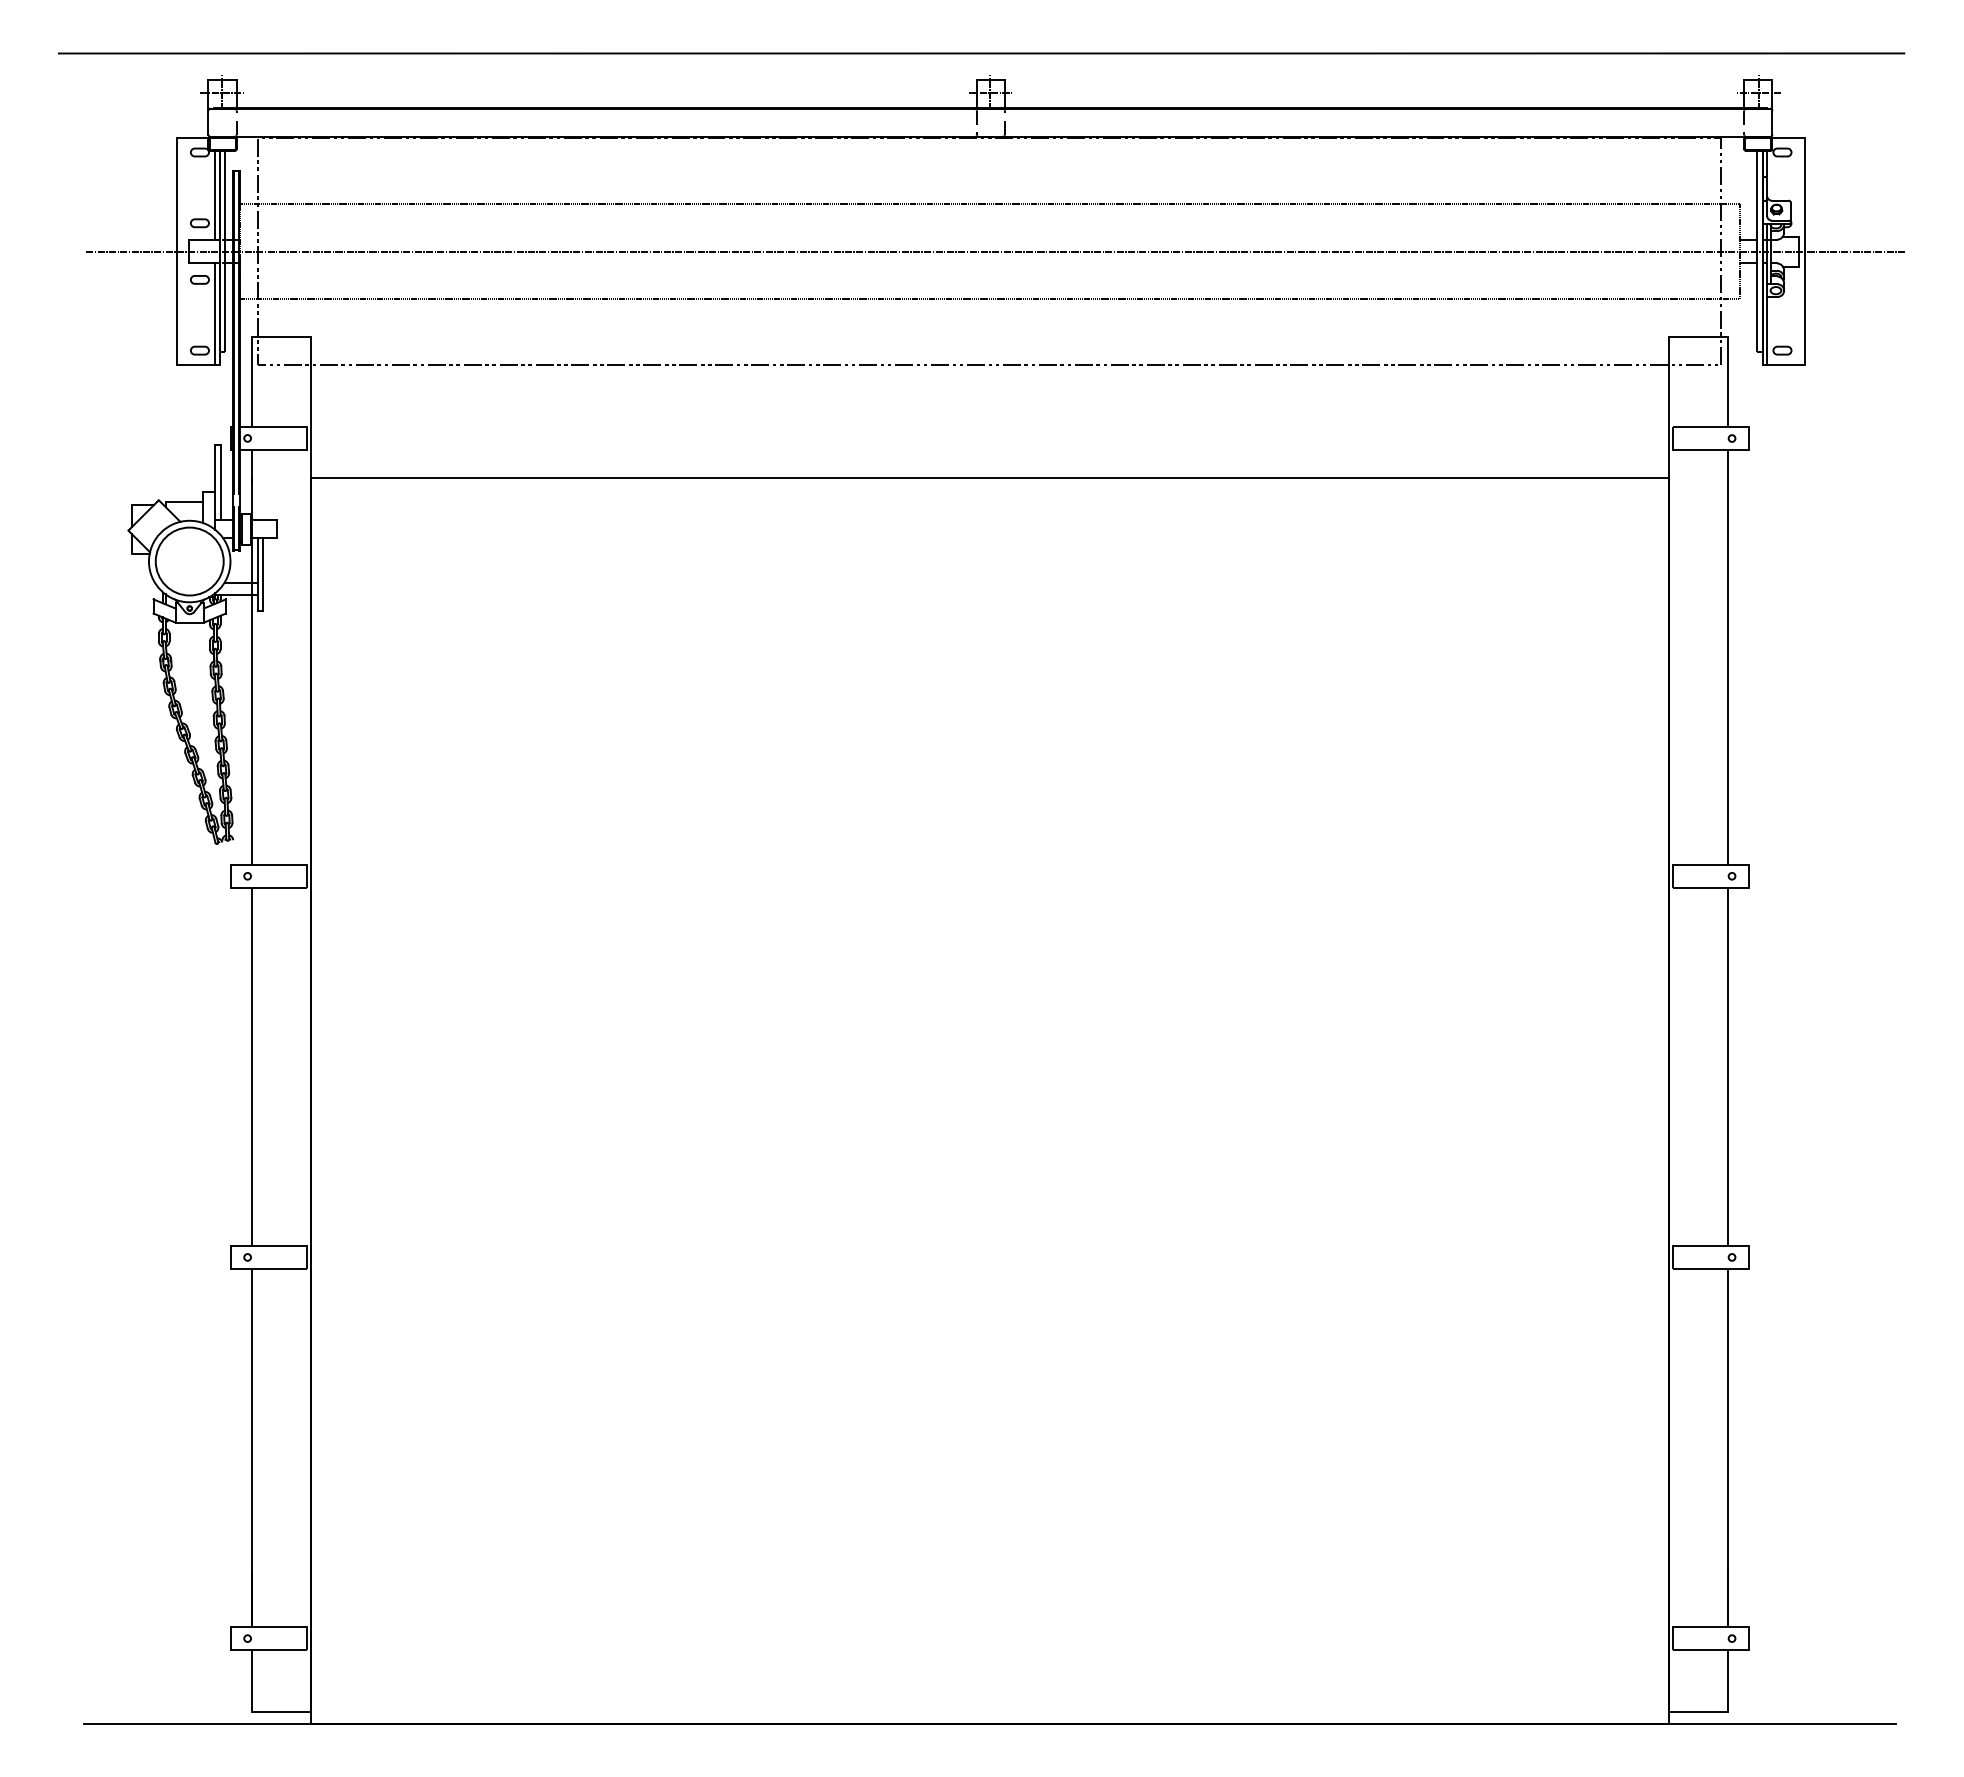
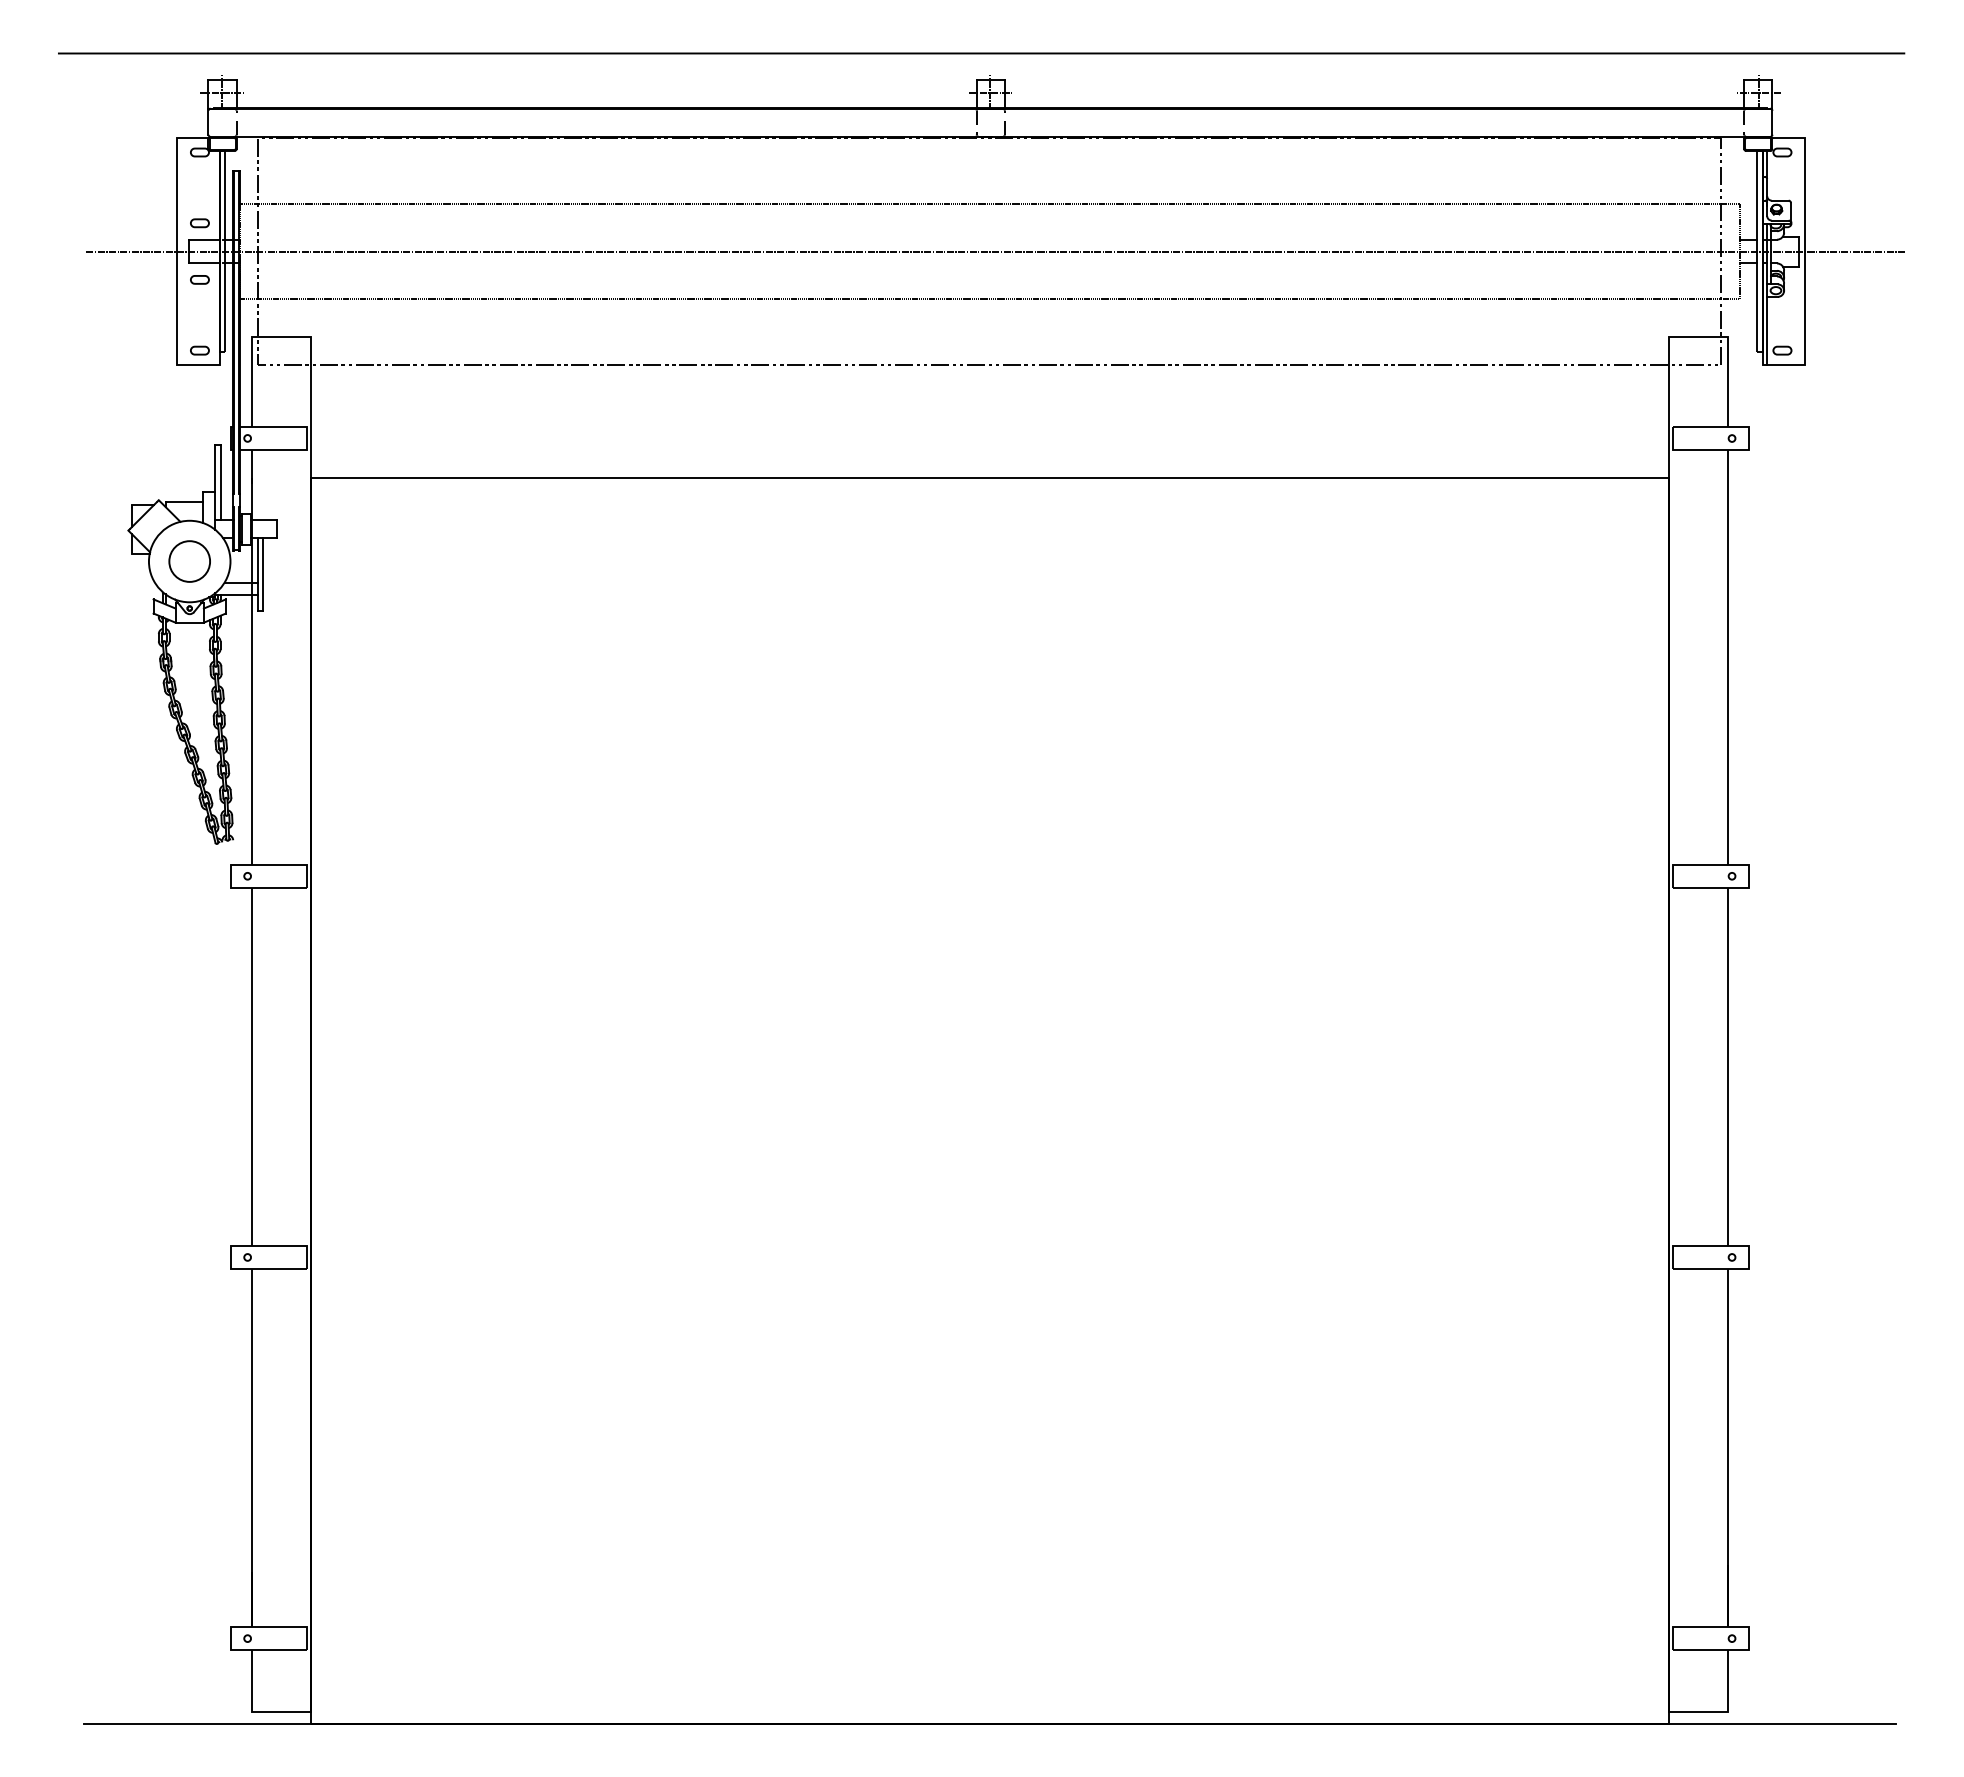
line at (215, 195): present -> none
line at (215, 313): present -> none
circle at (189, 561) diameter: 68 px -> 41 px
